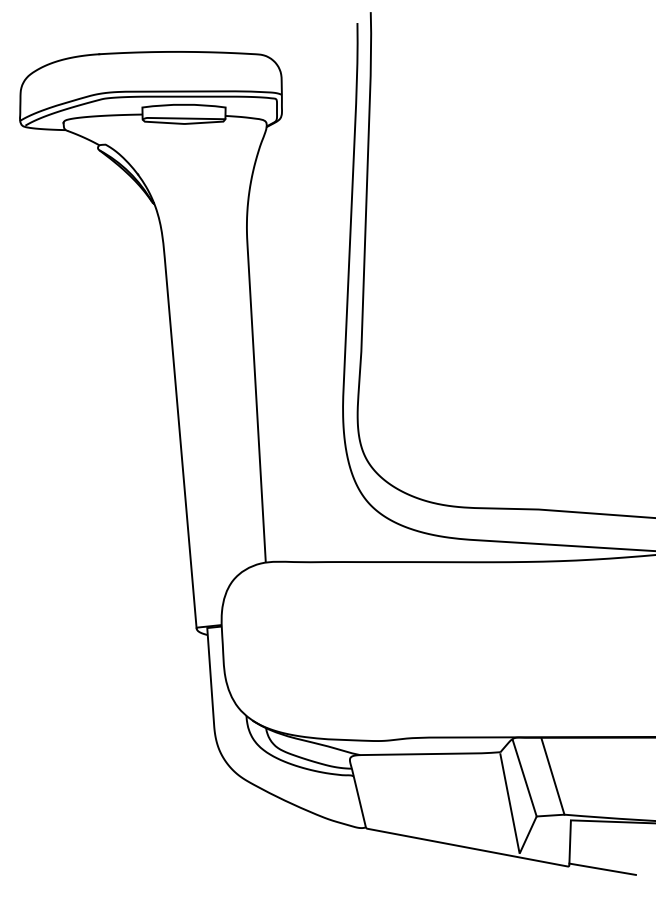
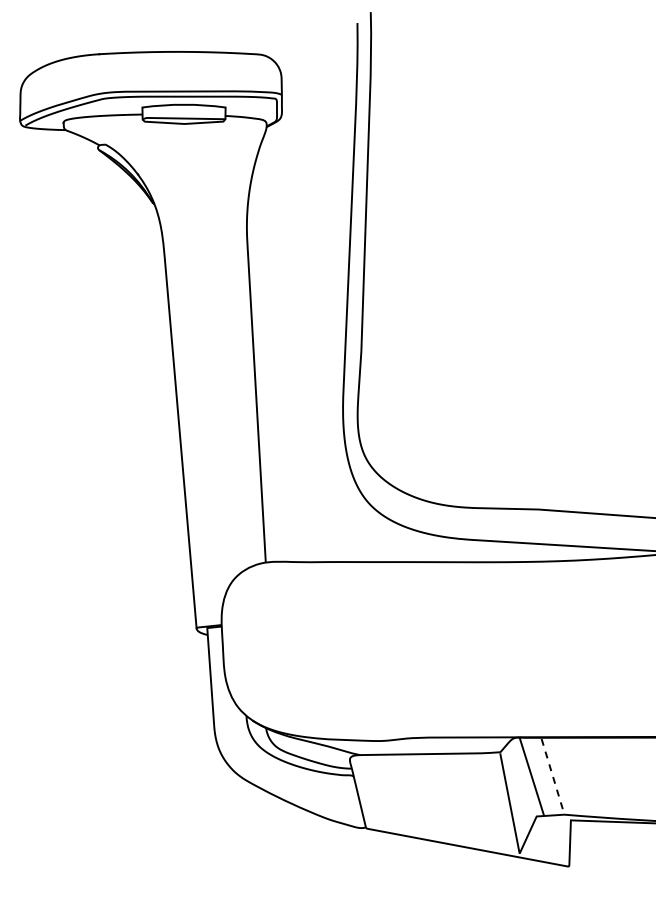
line at (553, 776): solid -> dashed
line at (524, 777) position: (524, 777) -> (531, 775)
line at (602, 868): present -> none
